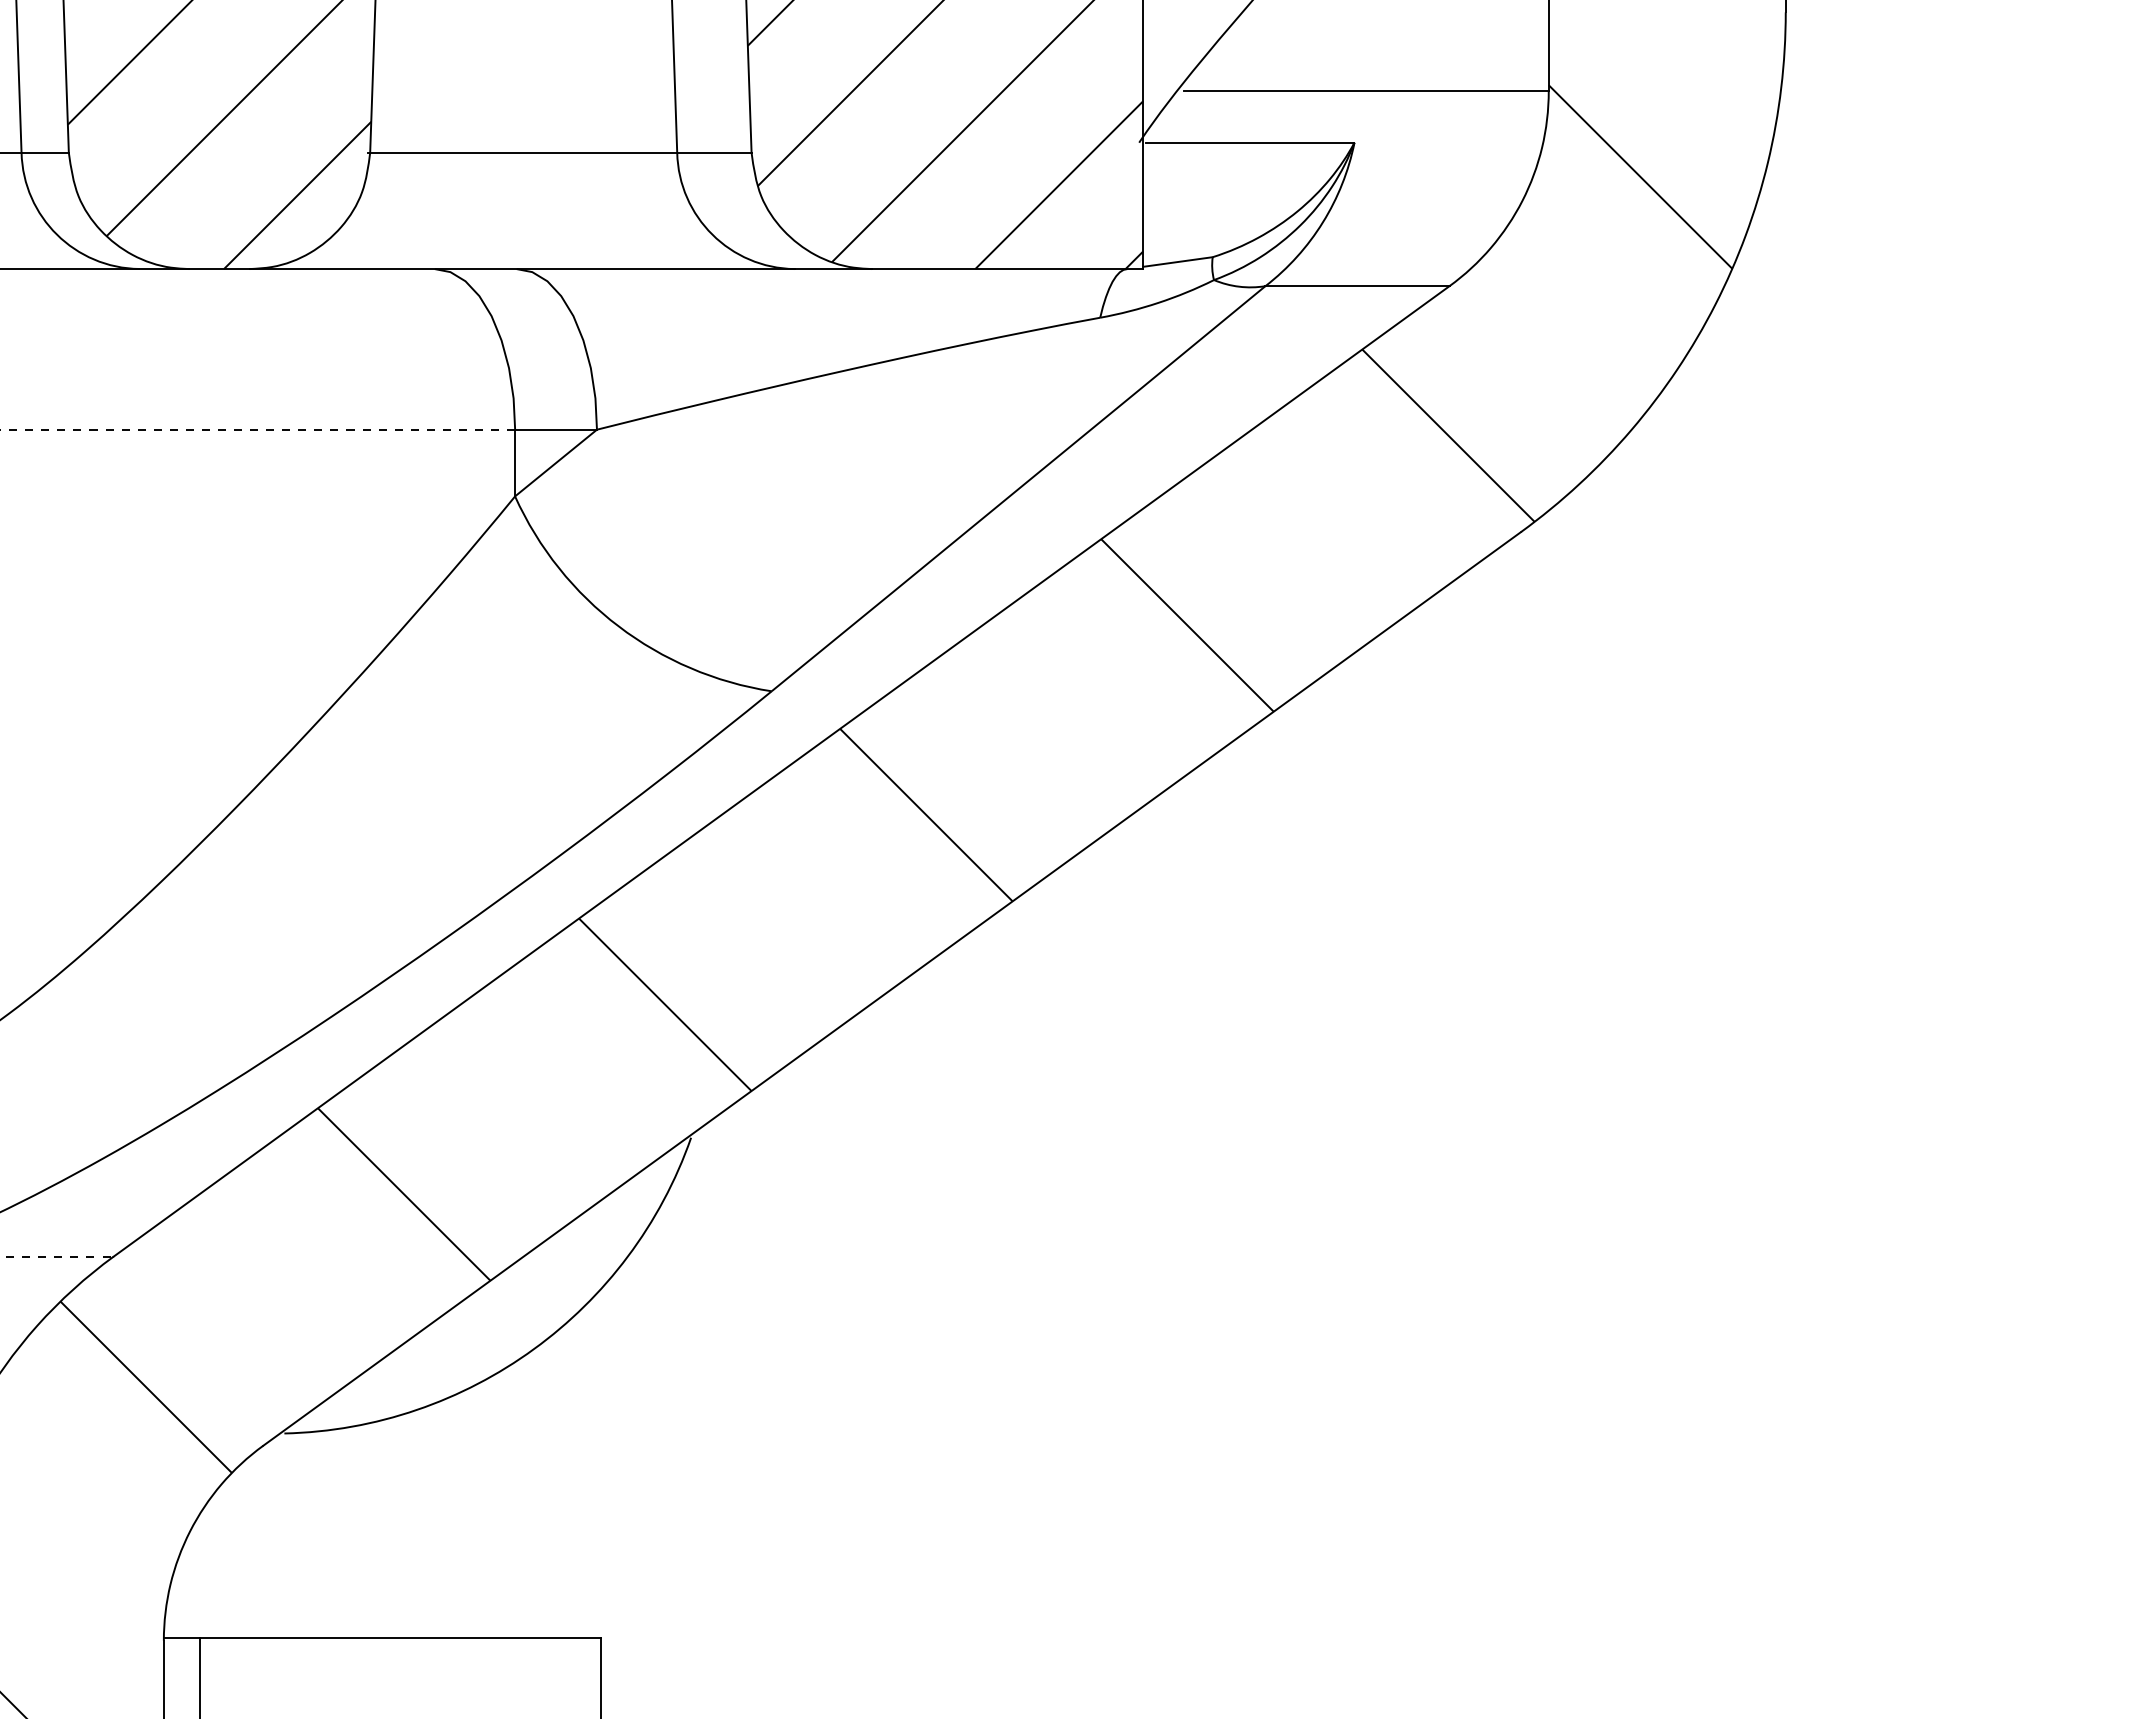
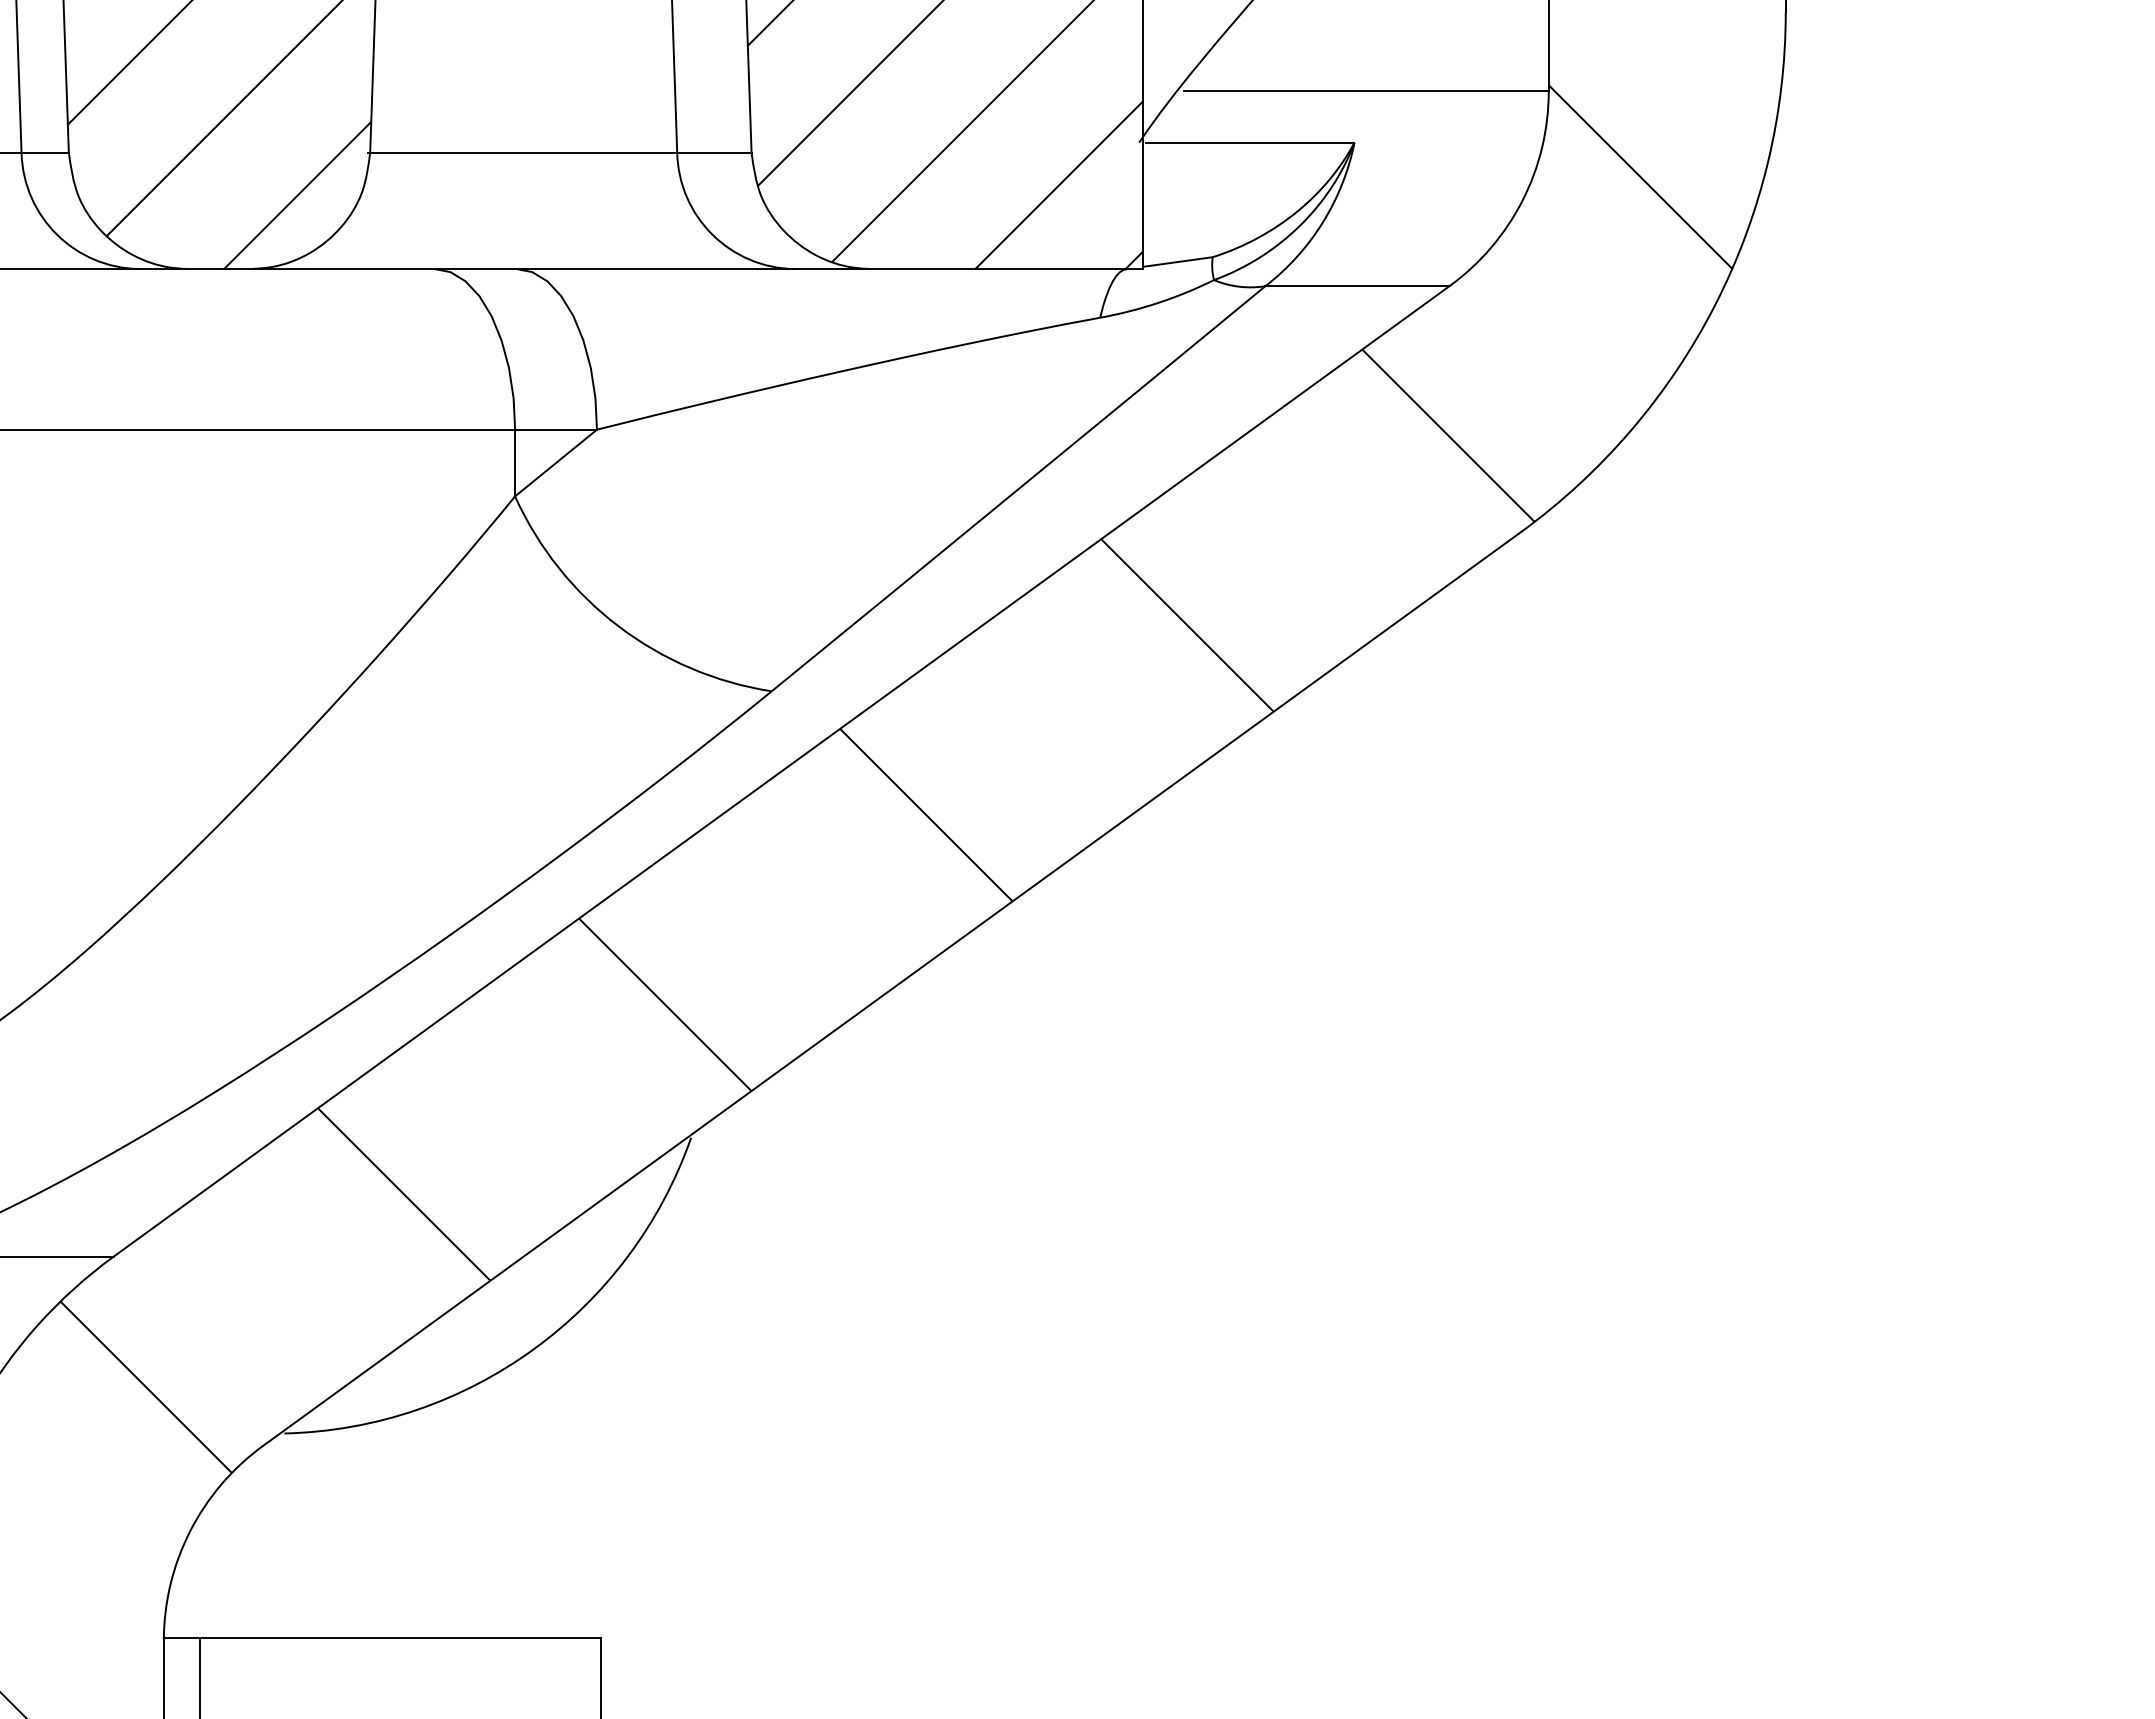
line at (257, 429): dashed -> solid
line at (56, 1256): dashed -> solid
